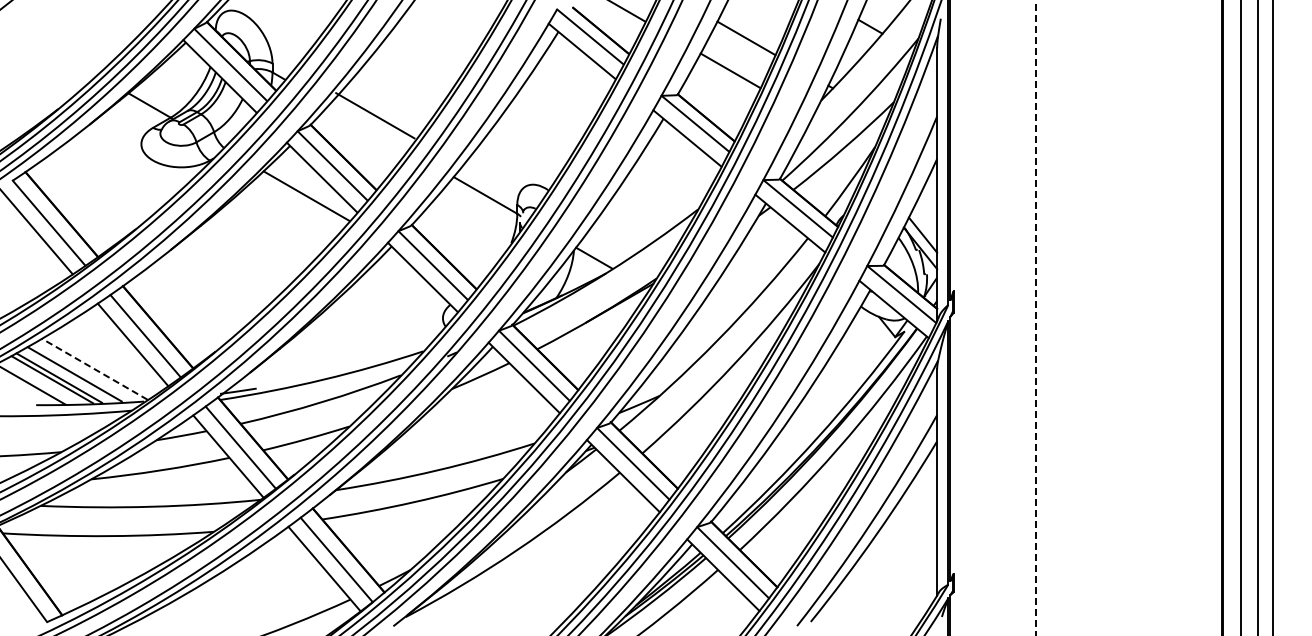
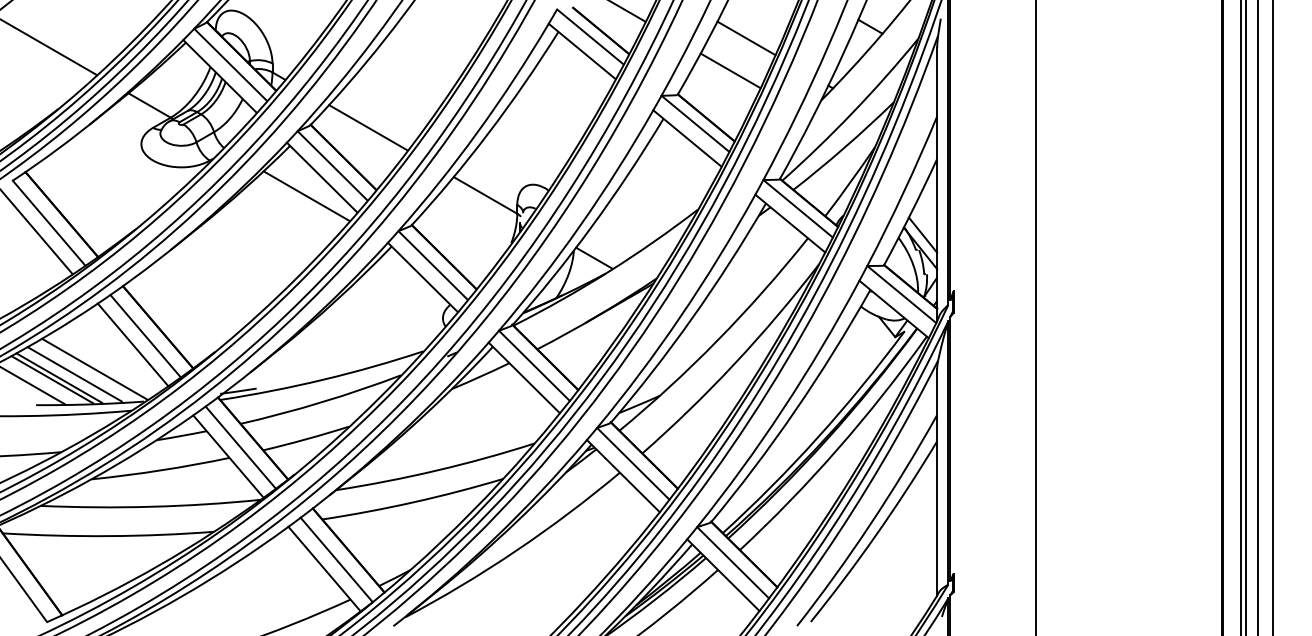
line at (49, 47): none -> present
line at (375, 115) position: (375, 115) -> (368, 127)
line at (1036, 317): dashed -> solid
line at (1245, 317): none -> present
line at (94, 369): dashed -> solid
